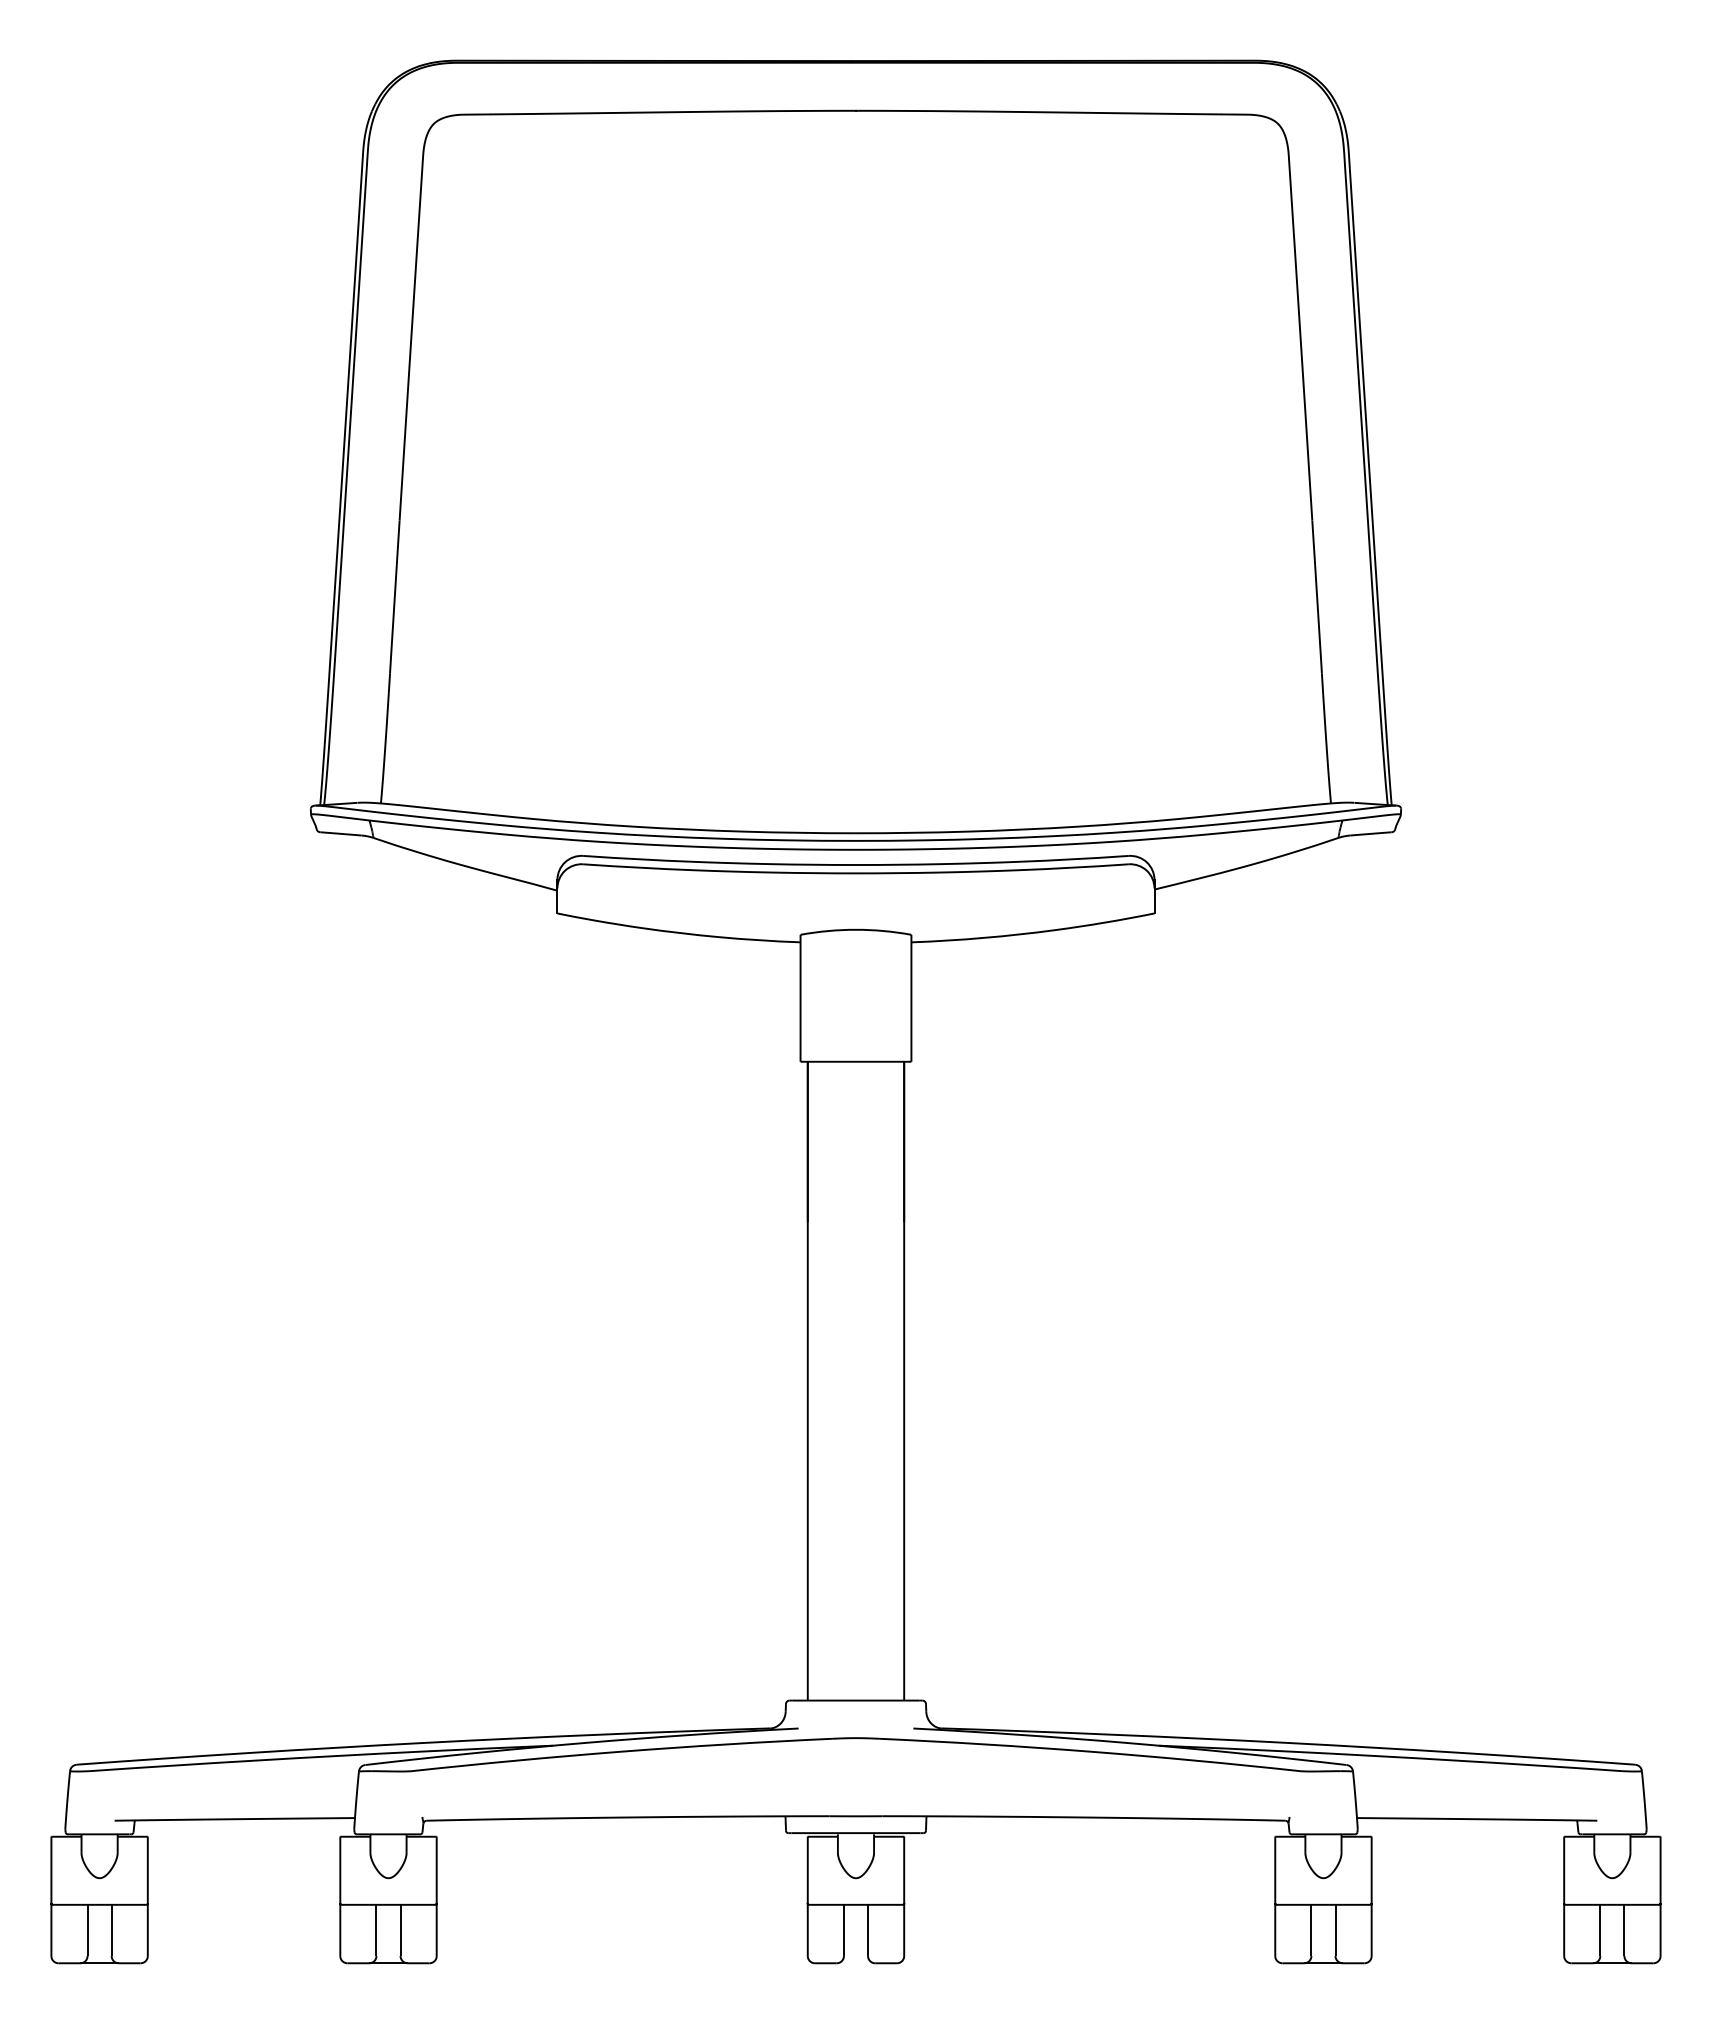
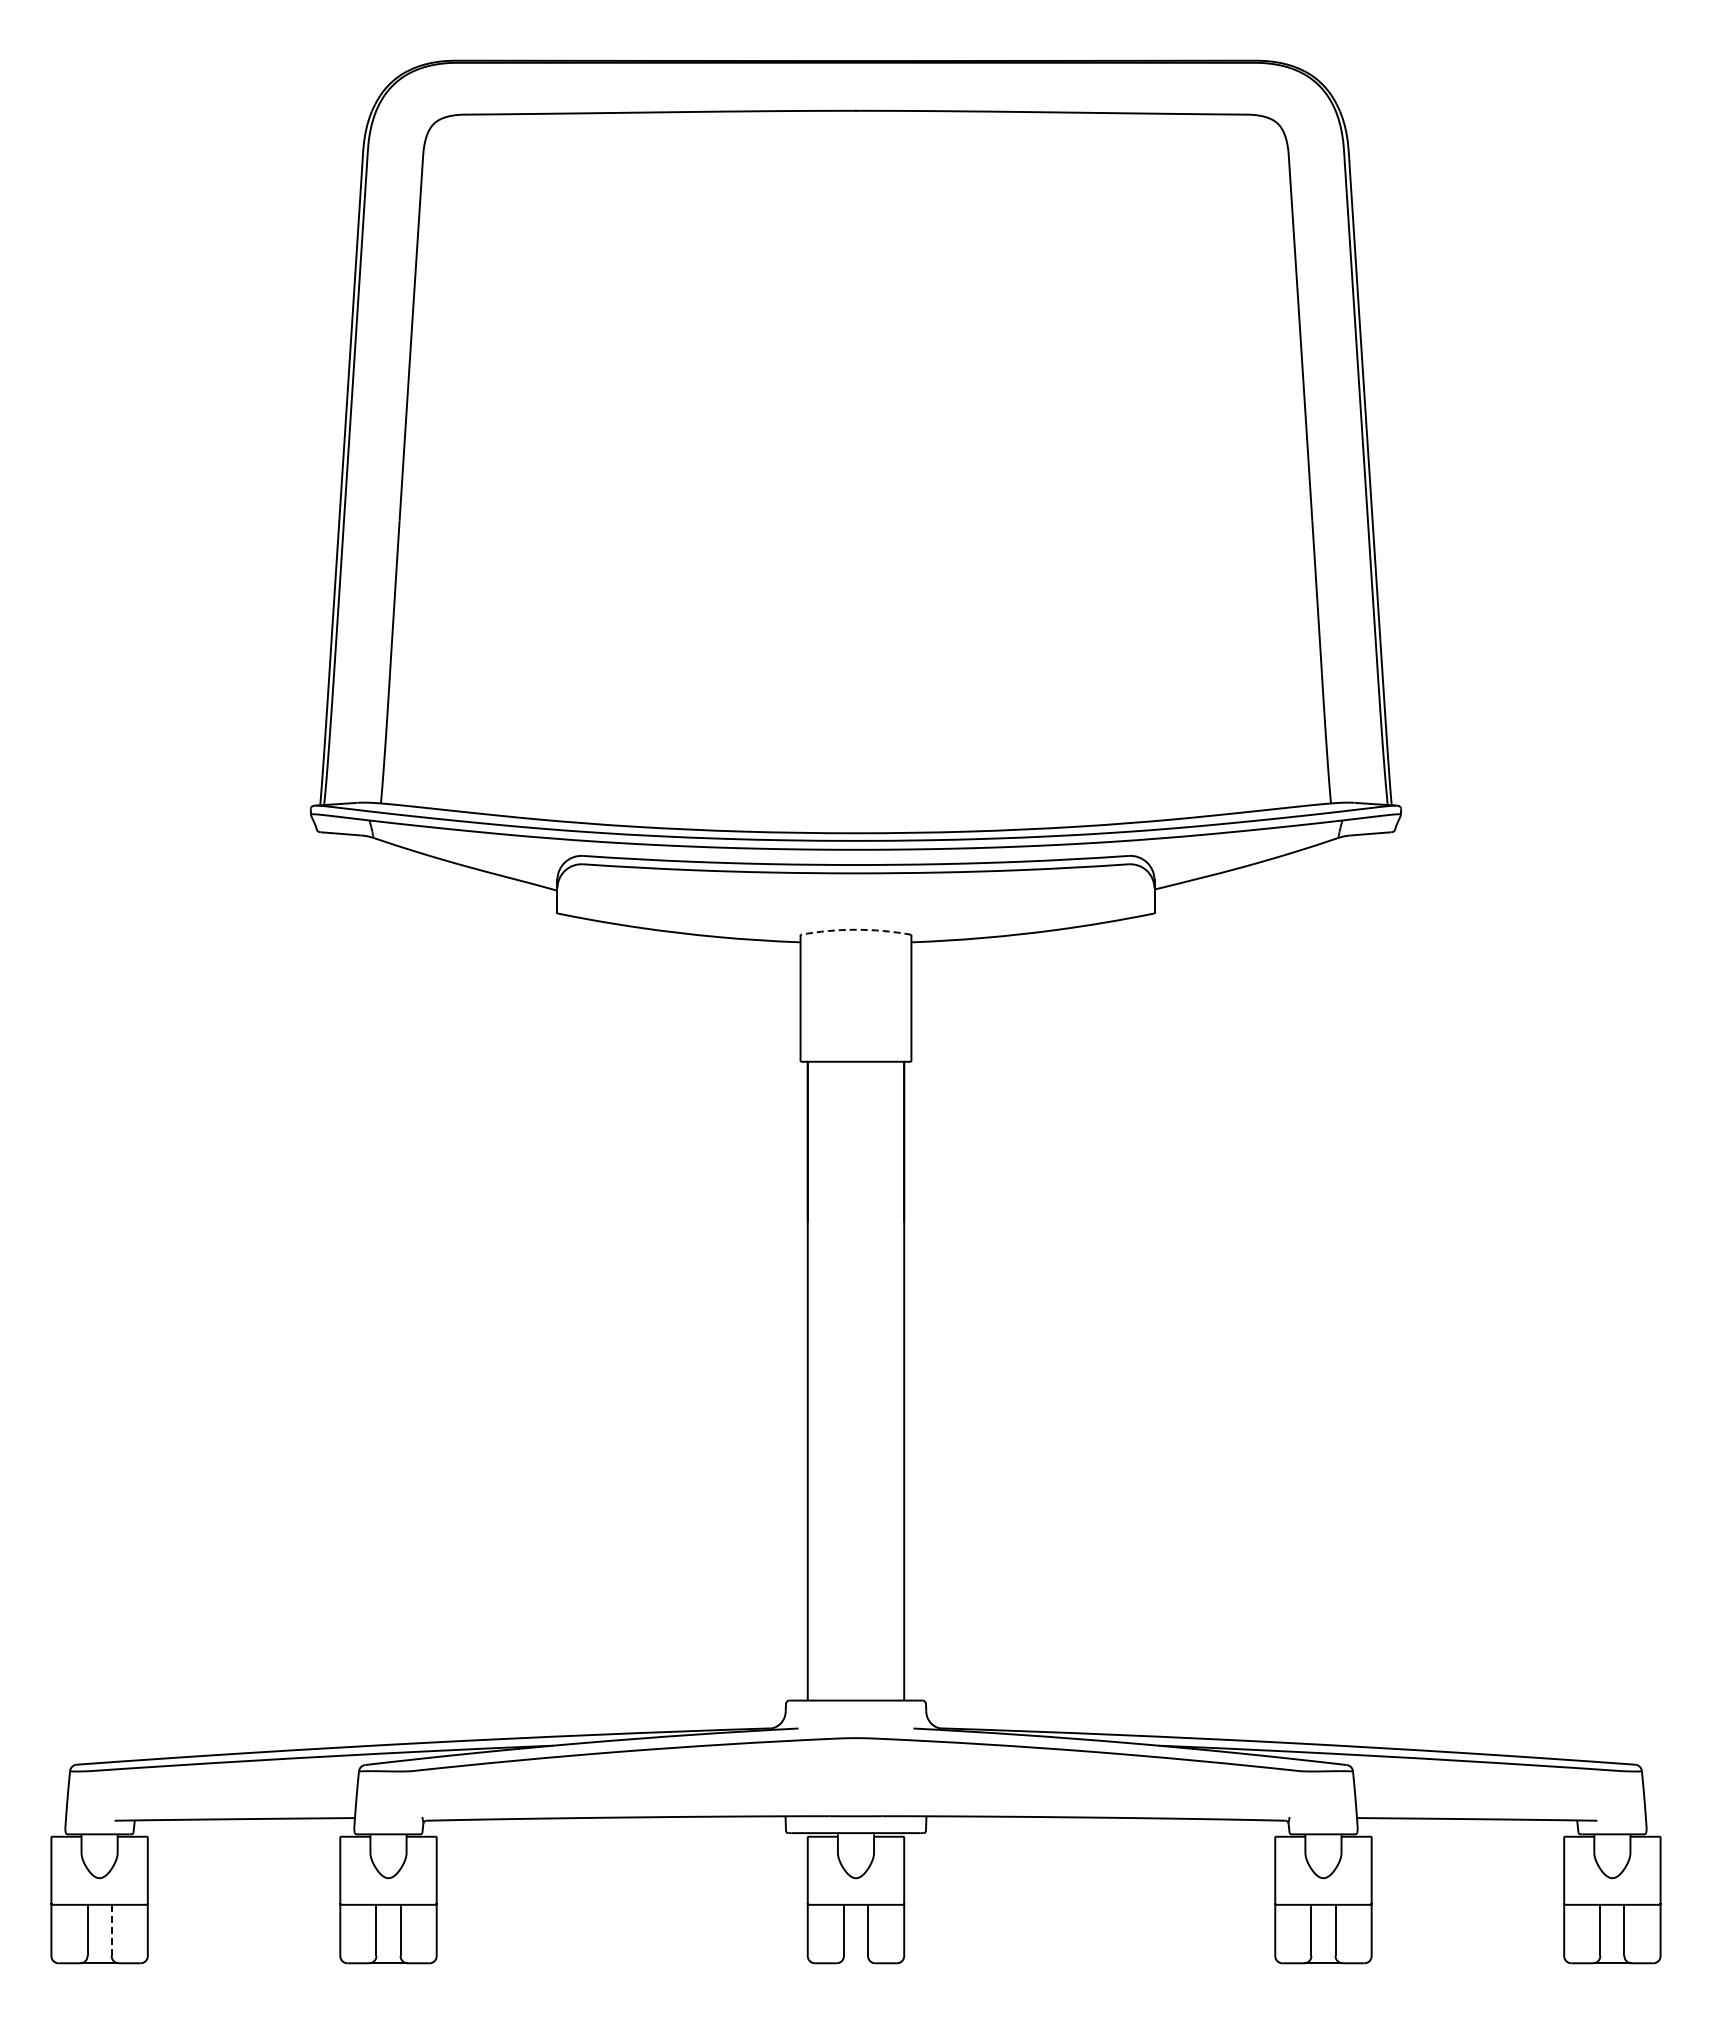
arc at (855, 929): solid -> dashed
line at (111, 1930): solid -> dashed
